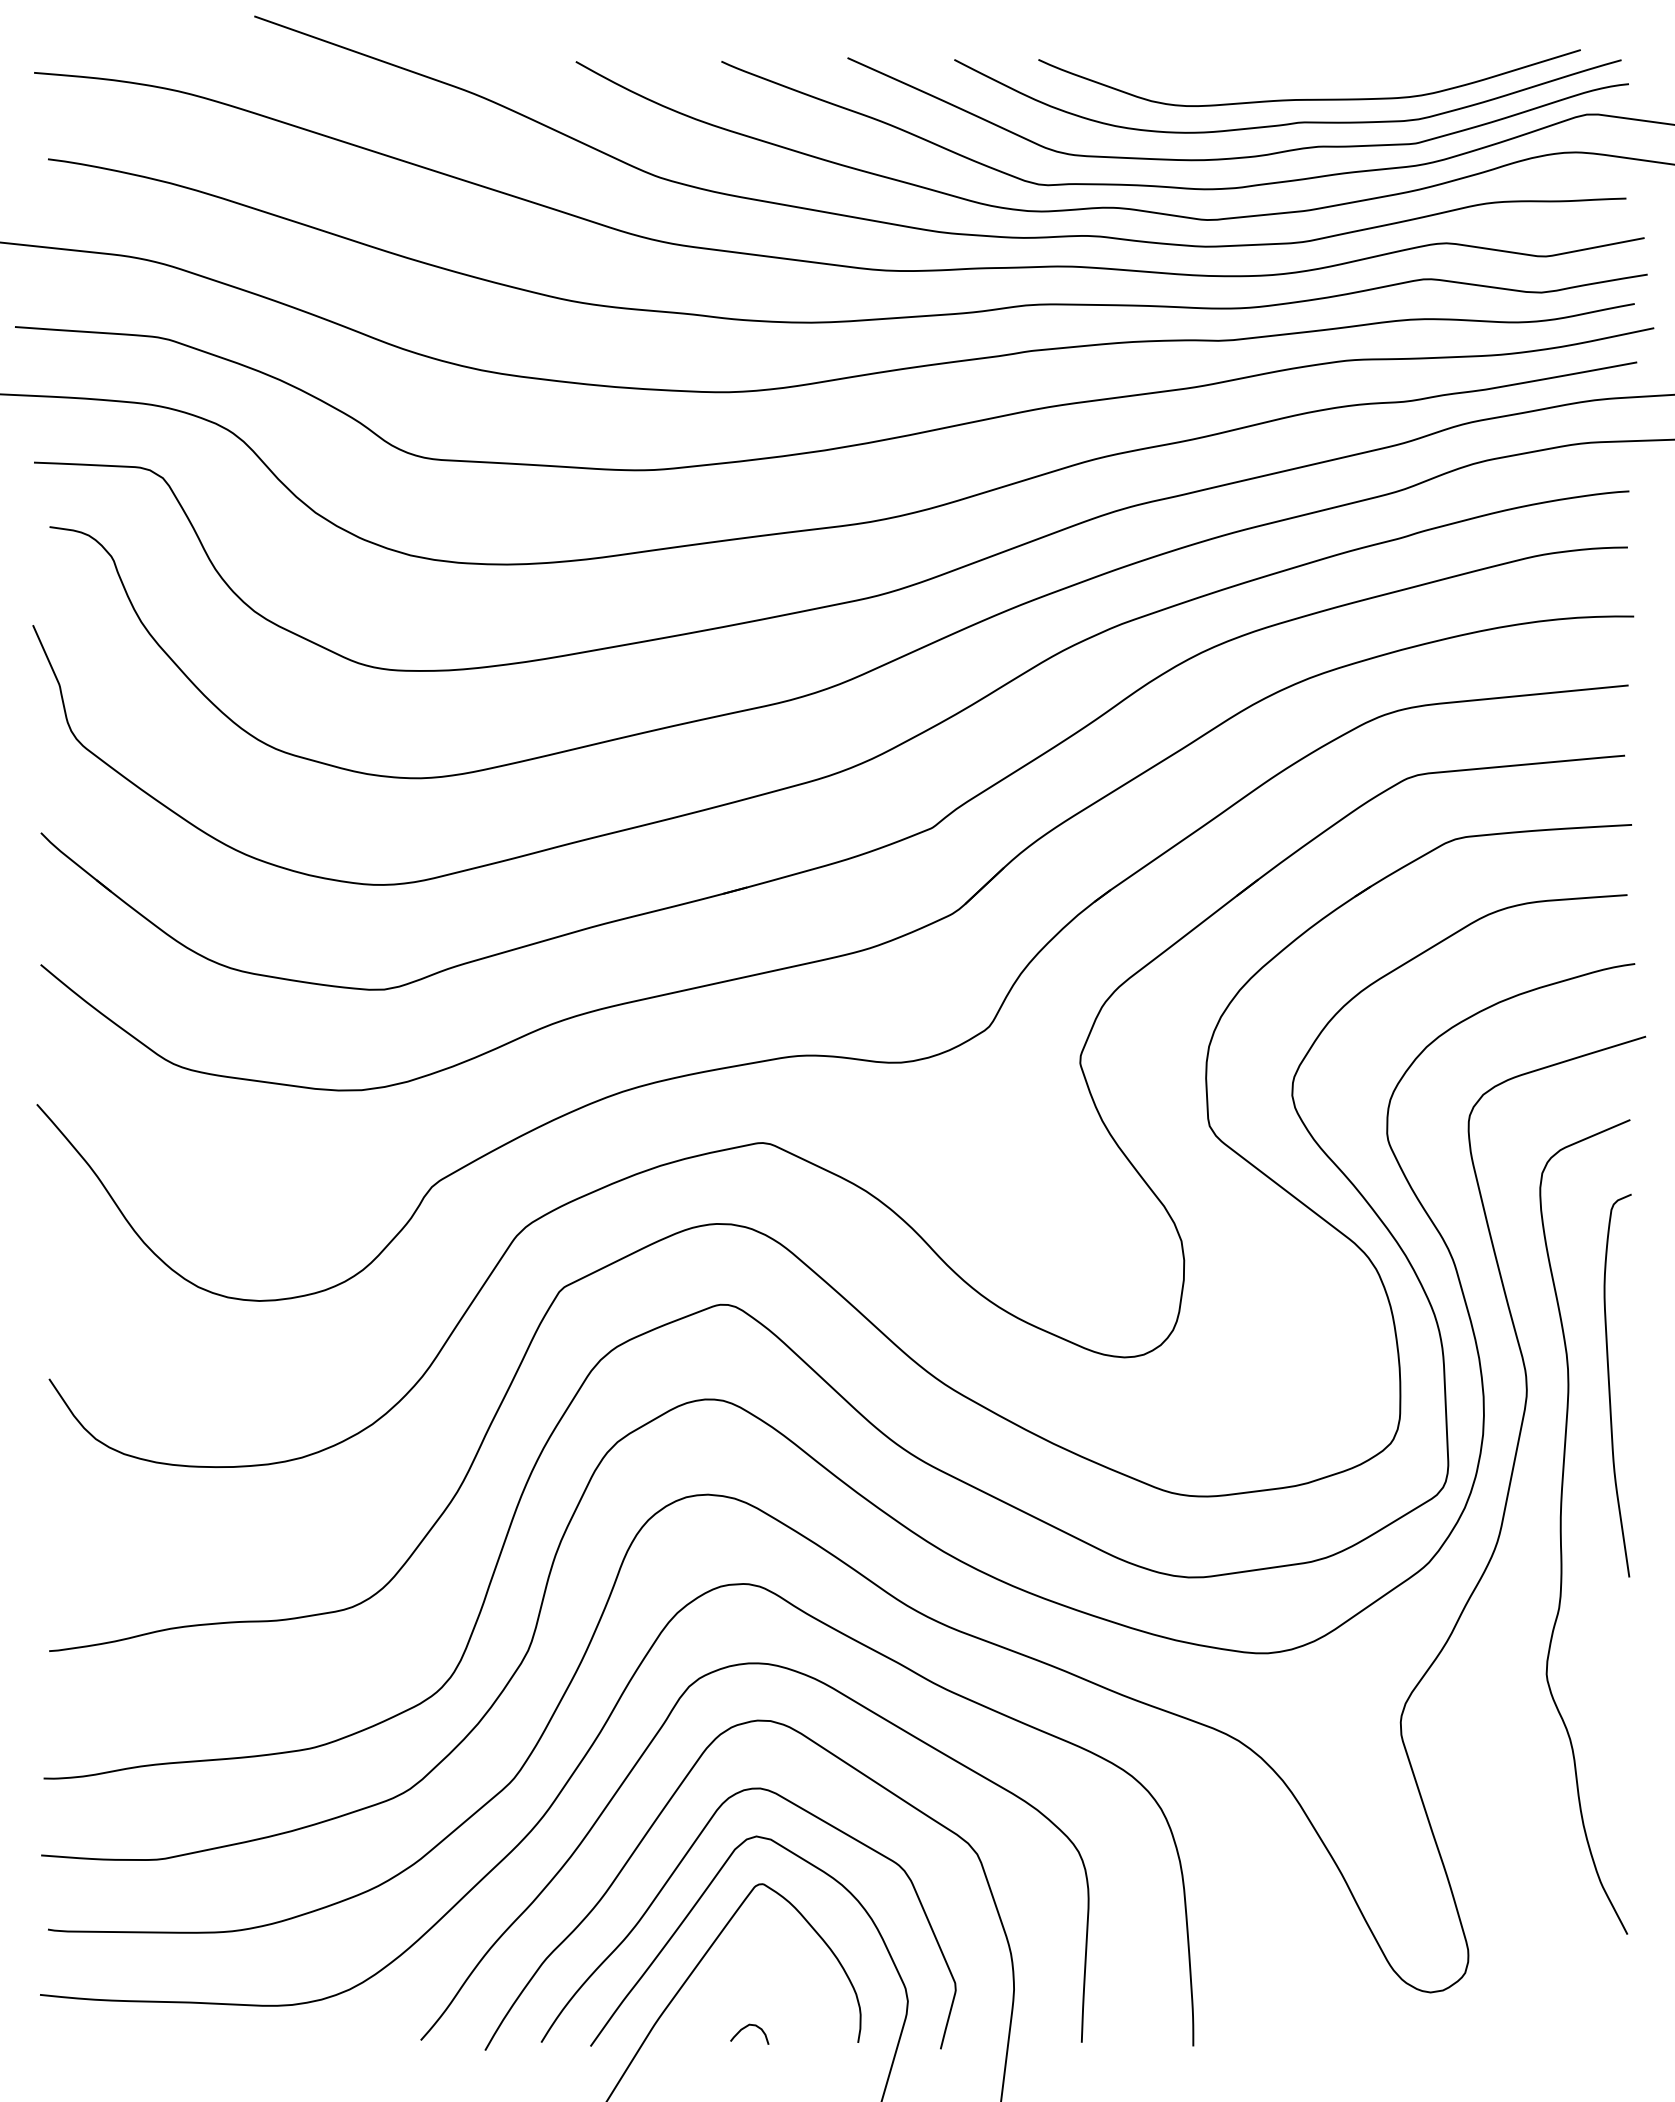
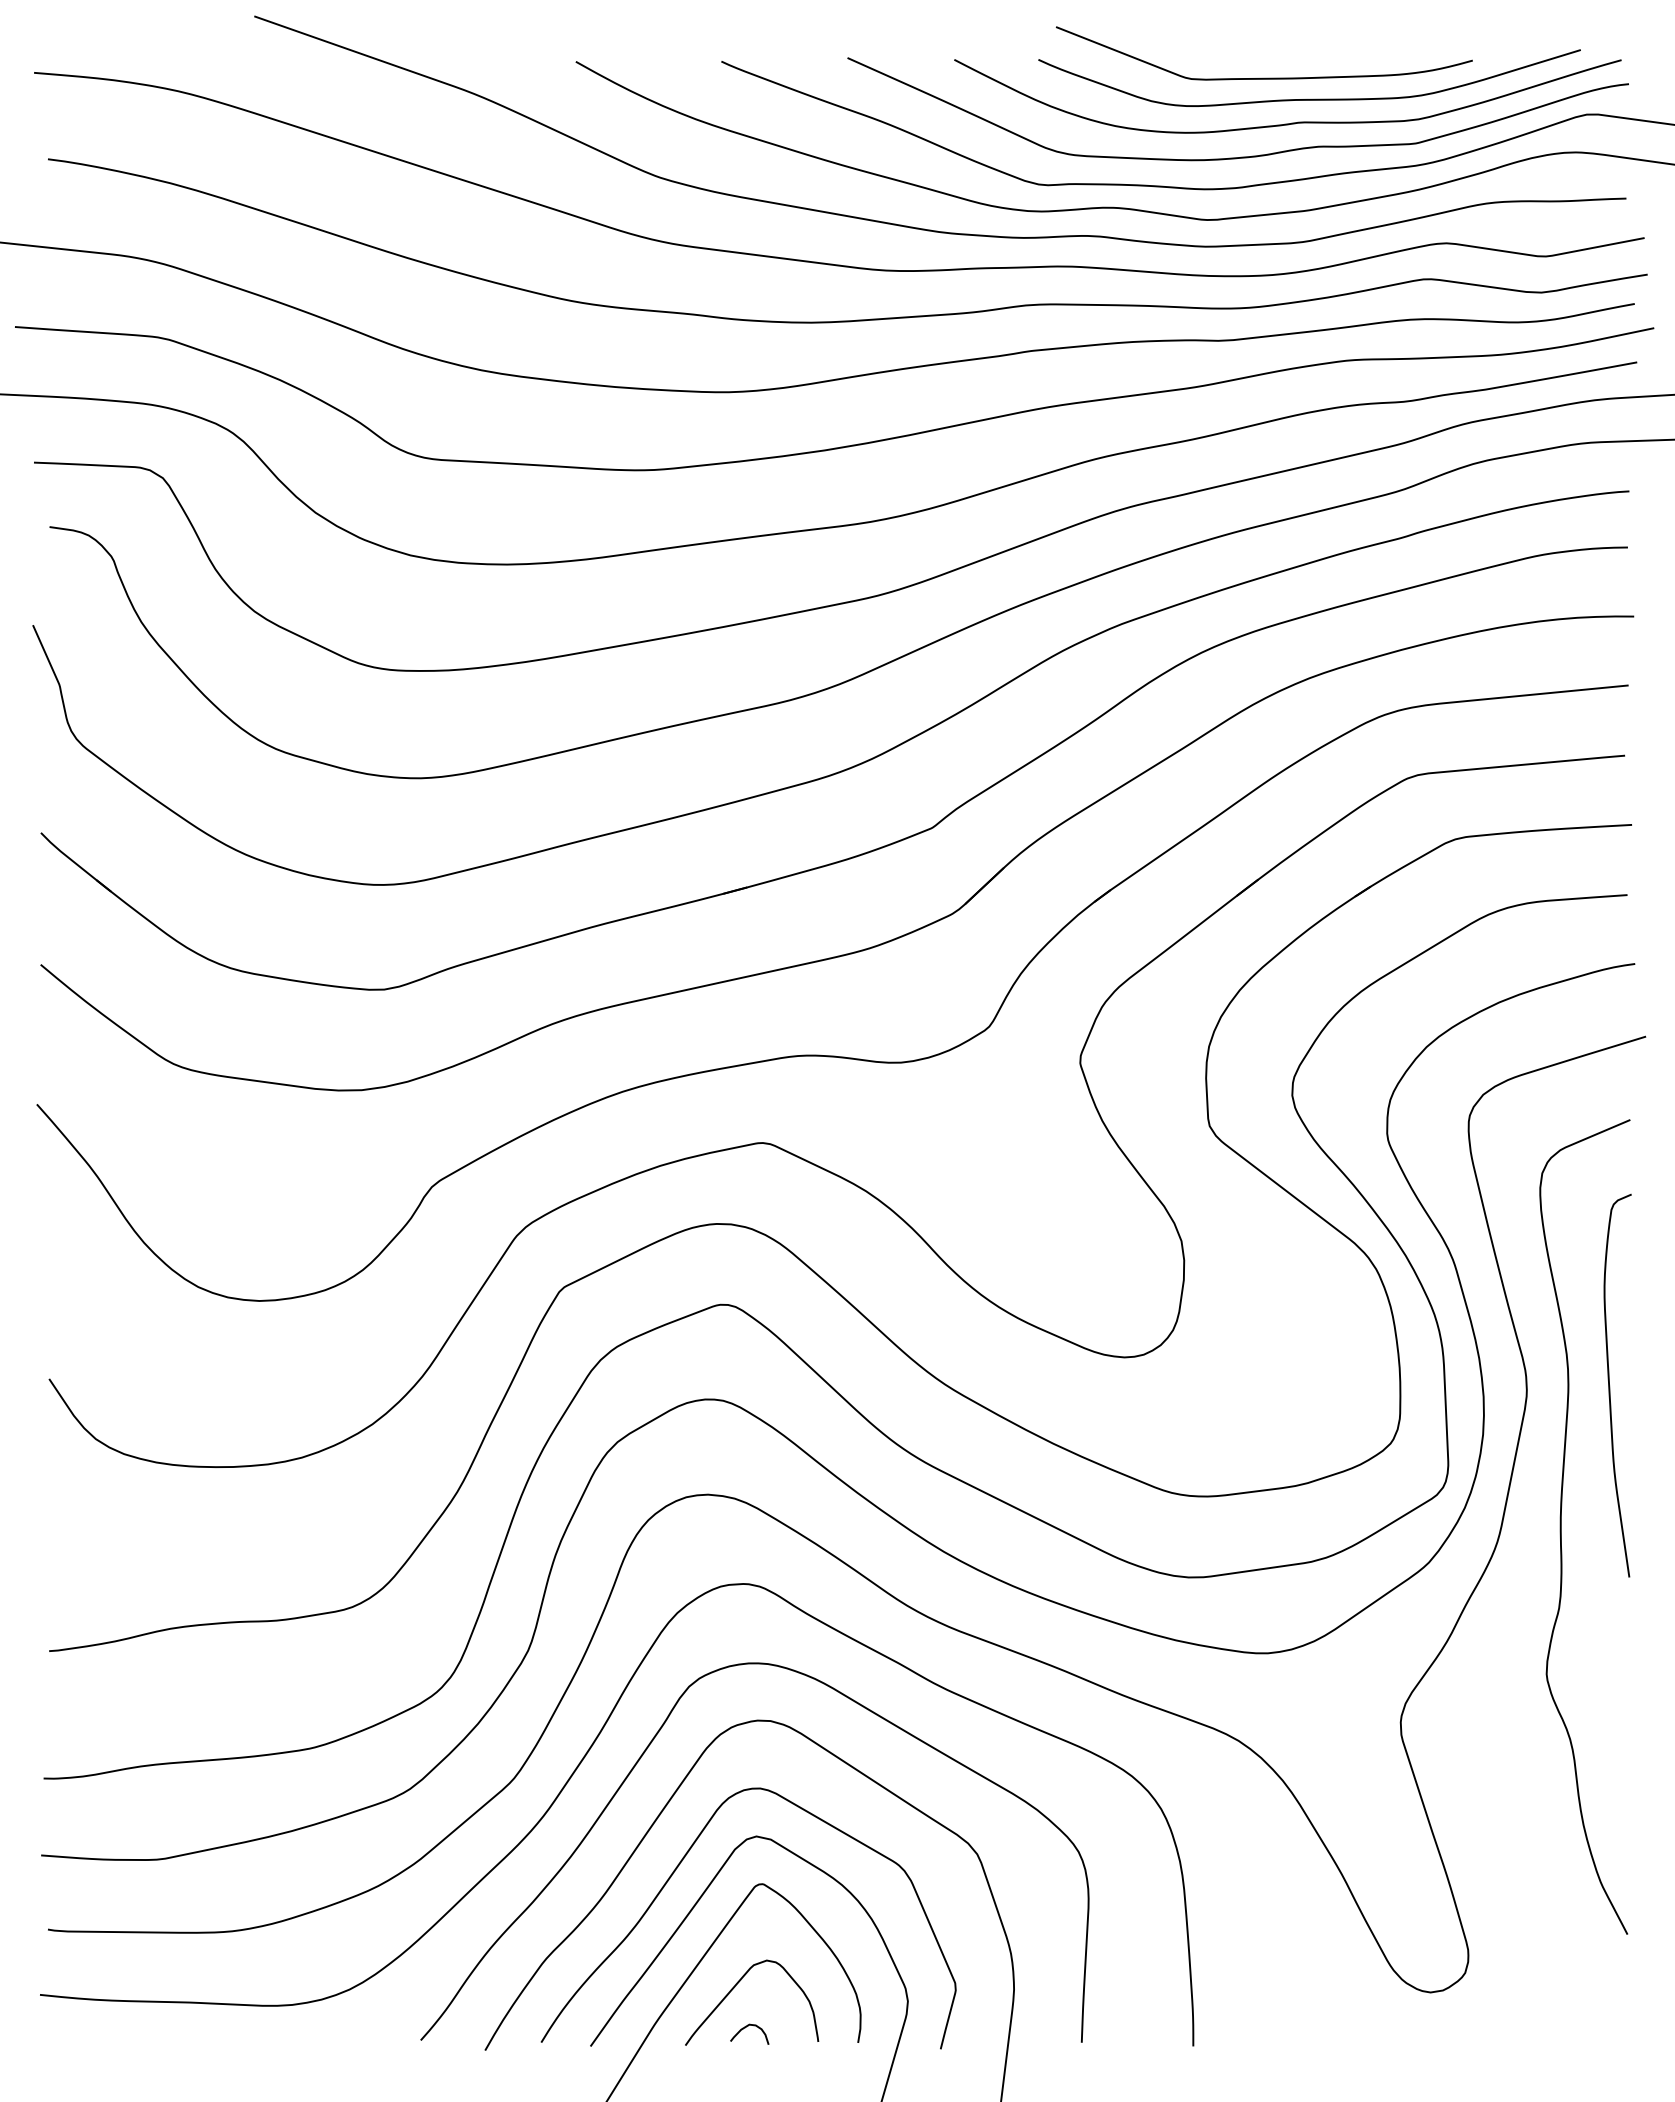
curve at (1263, 77): none -> present
curve at (735, 1987): none -> present
